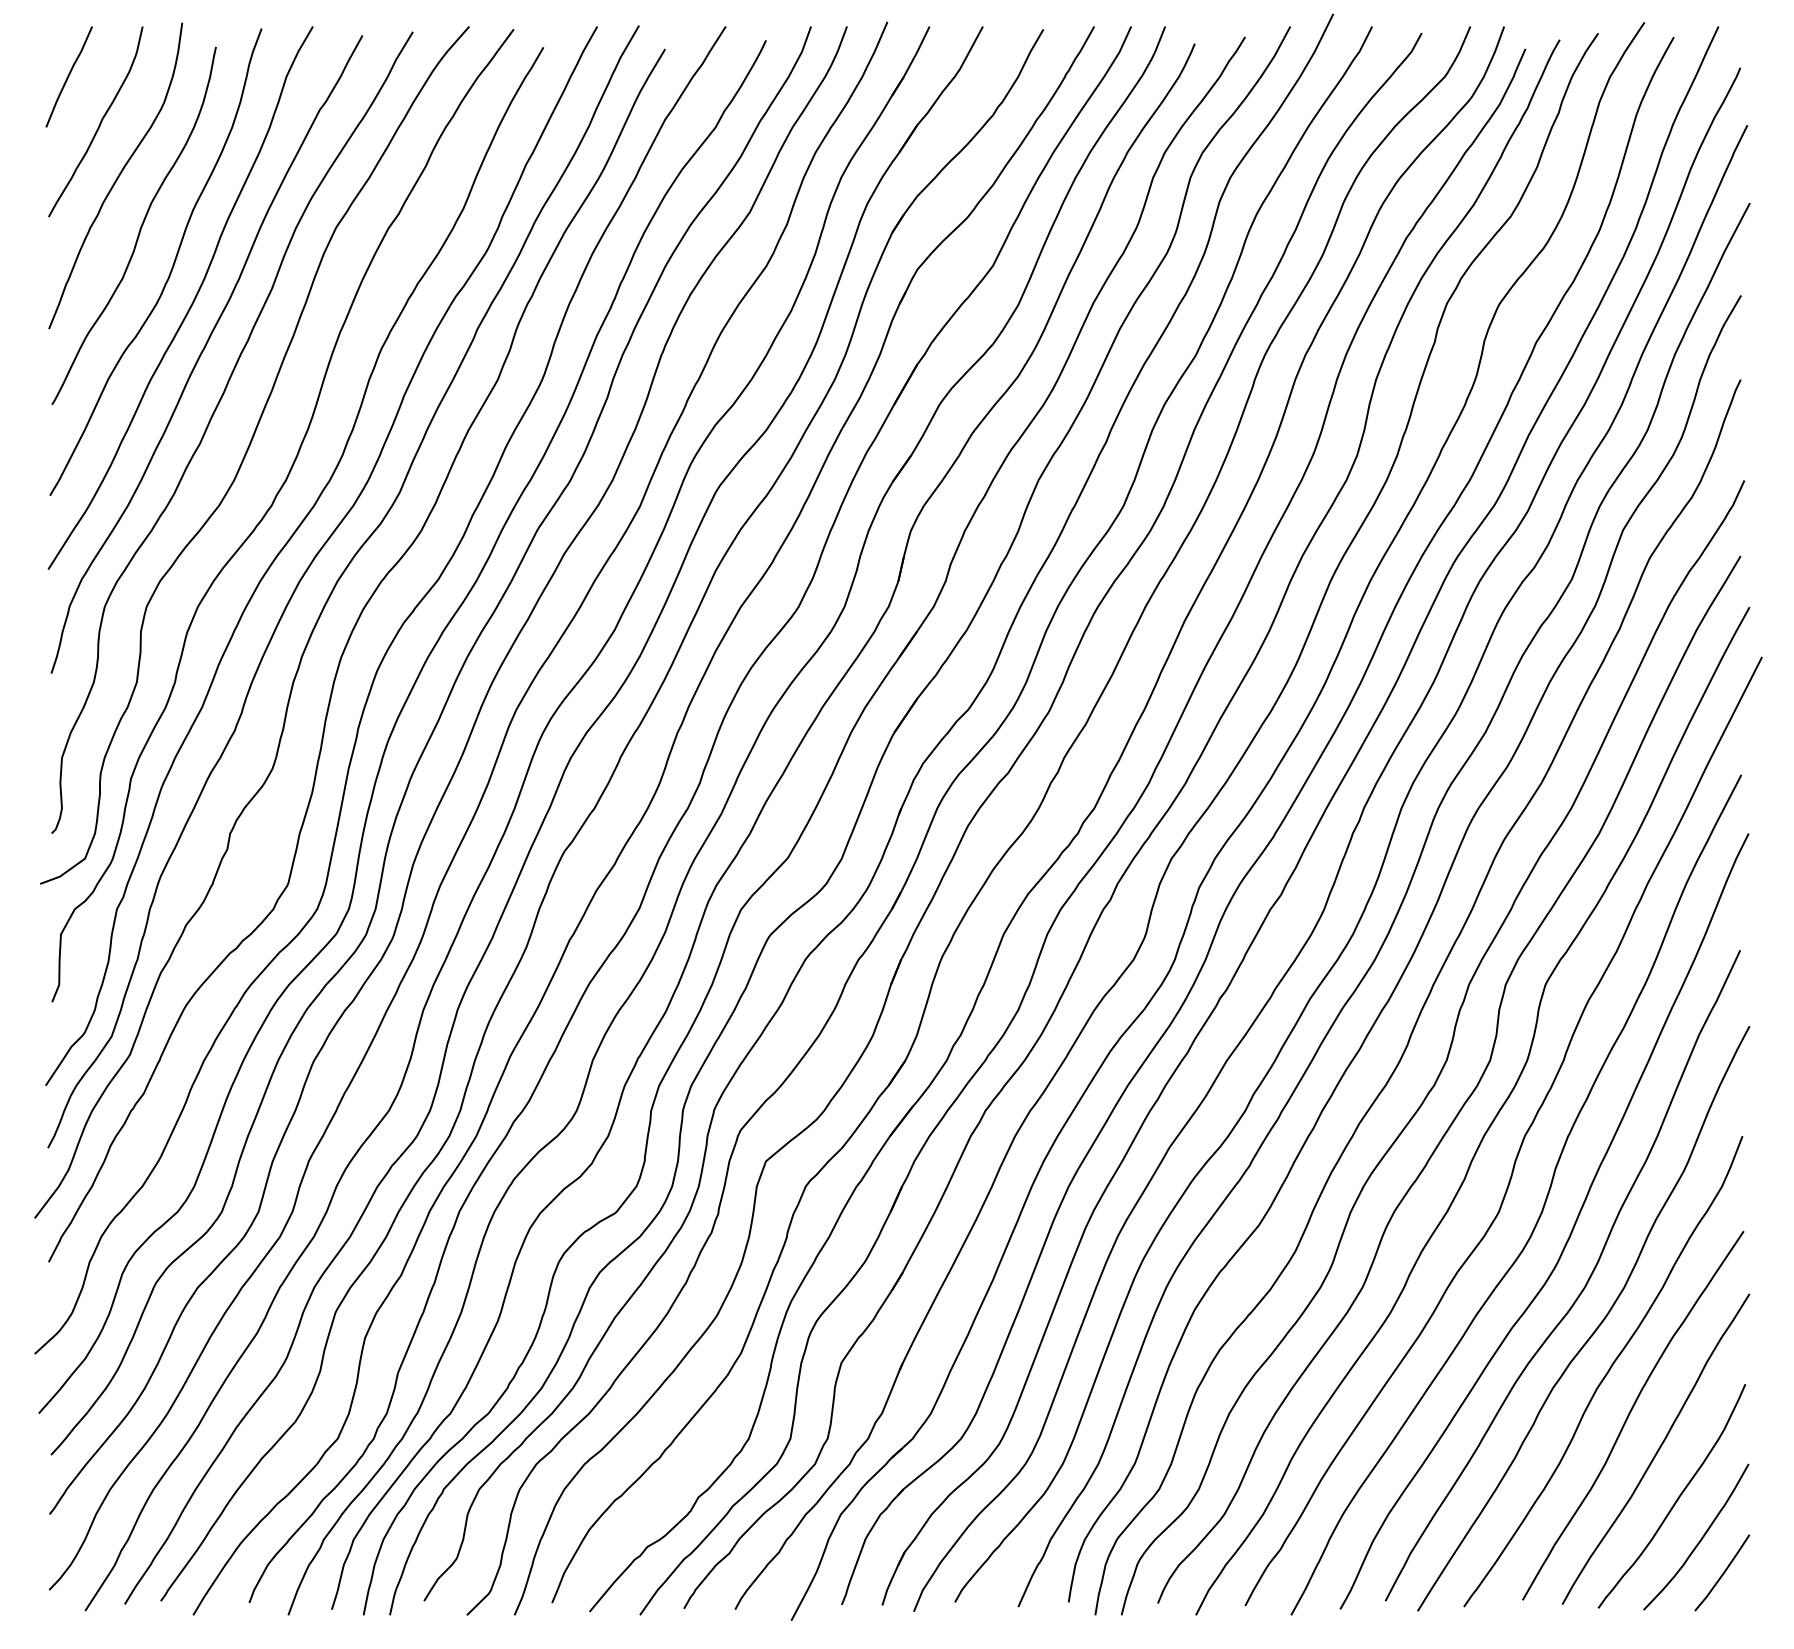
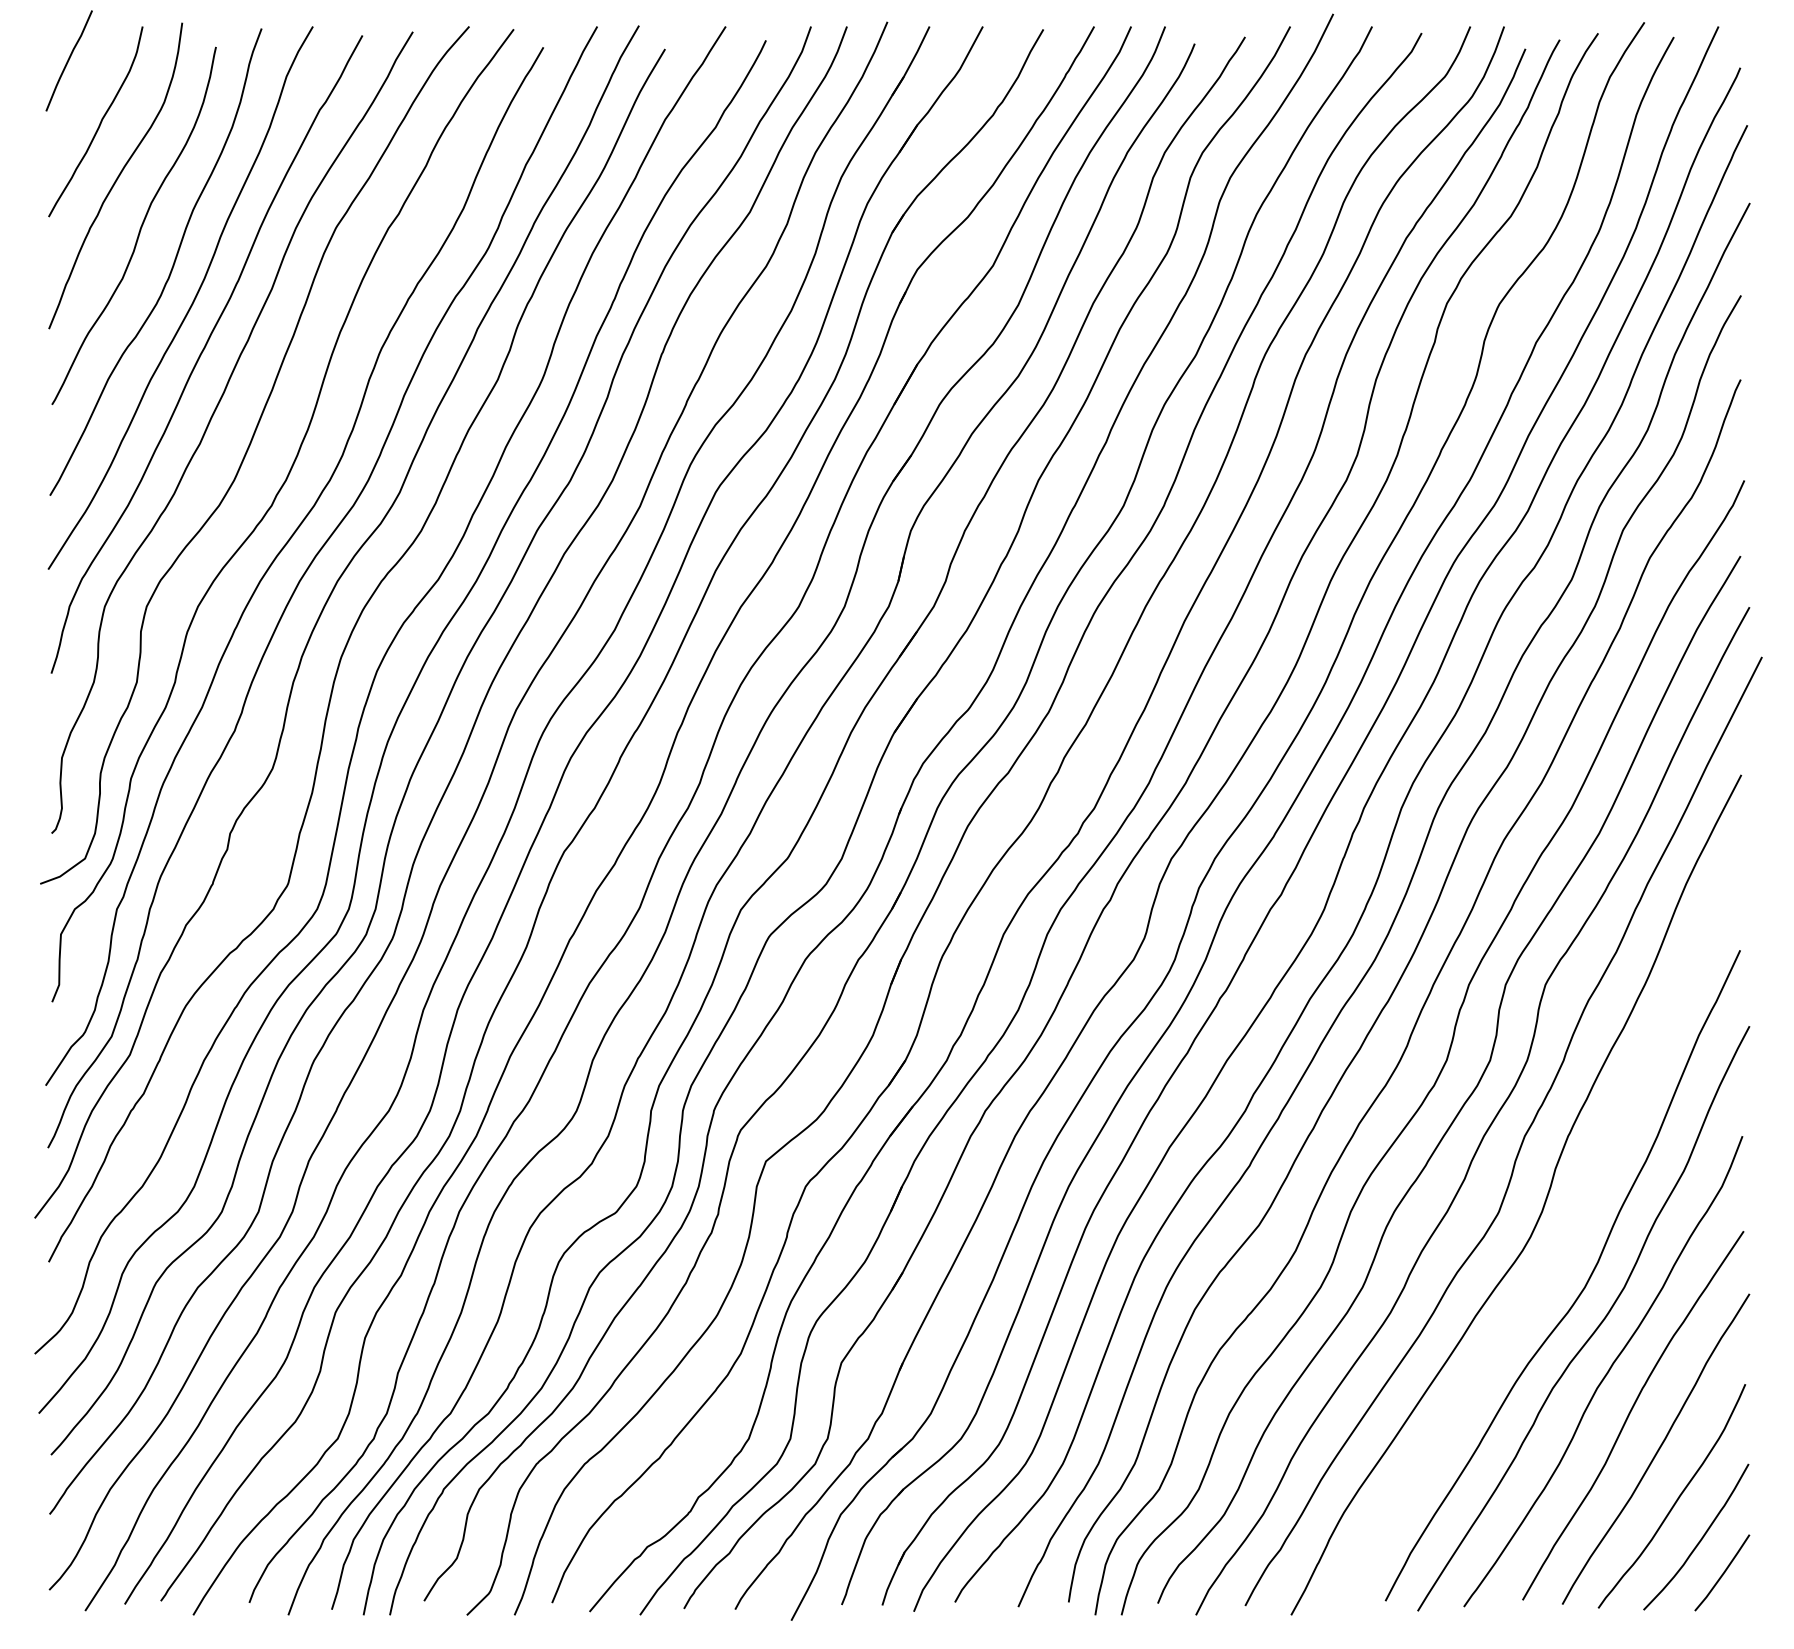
curve at (68, 76) position: (68, 76) -> (68, 60)
curve at (1571, 1229): present -> none
